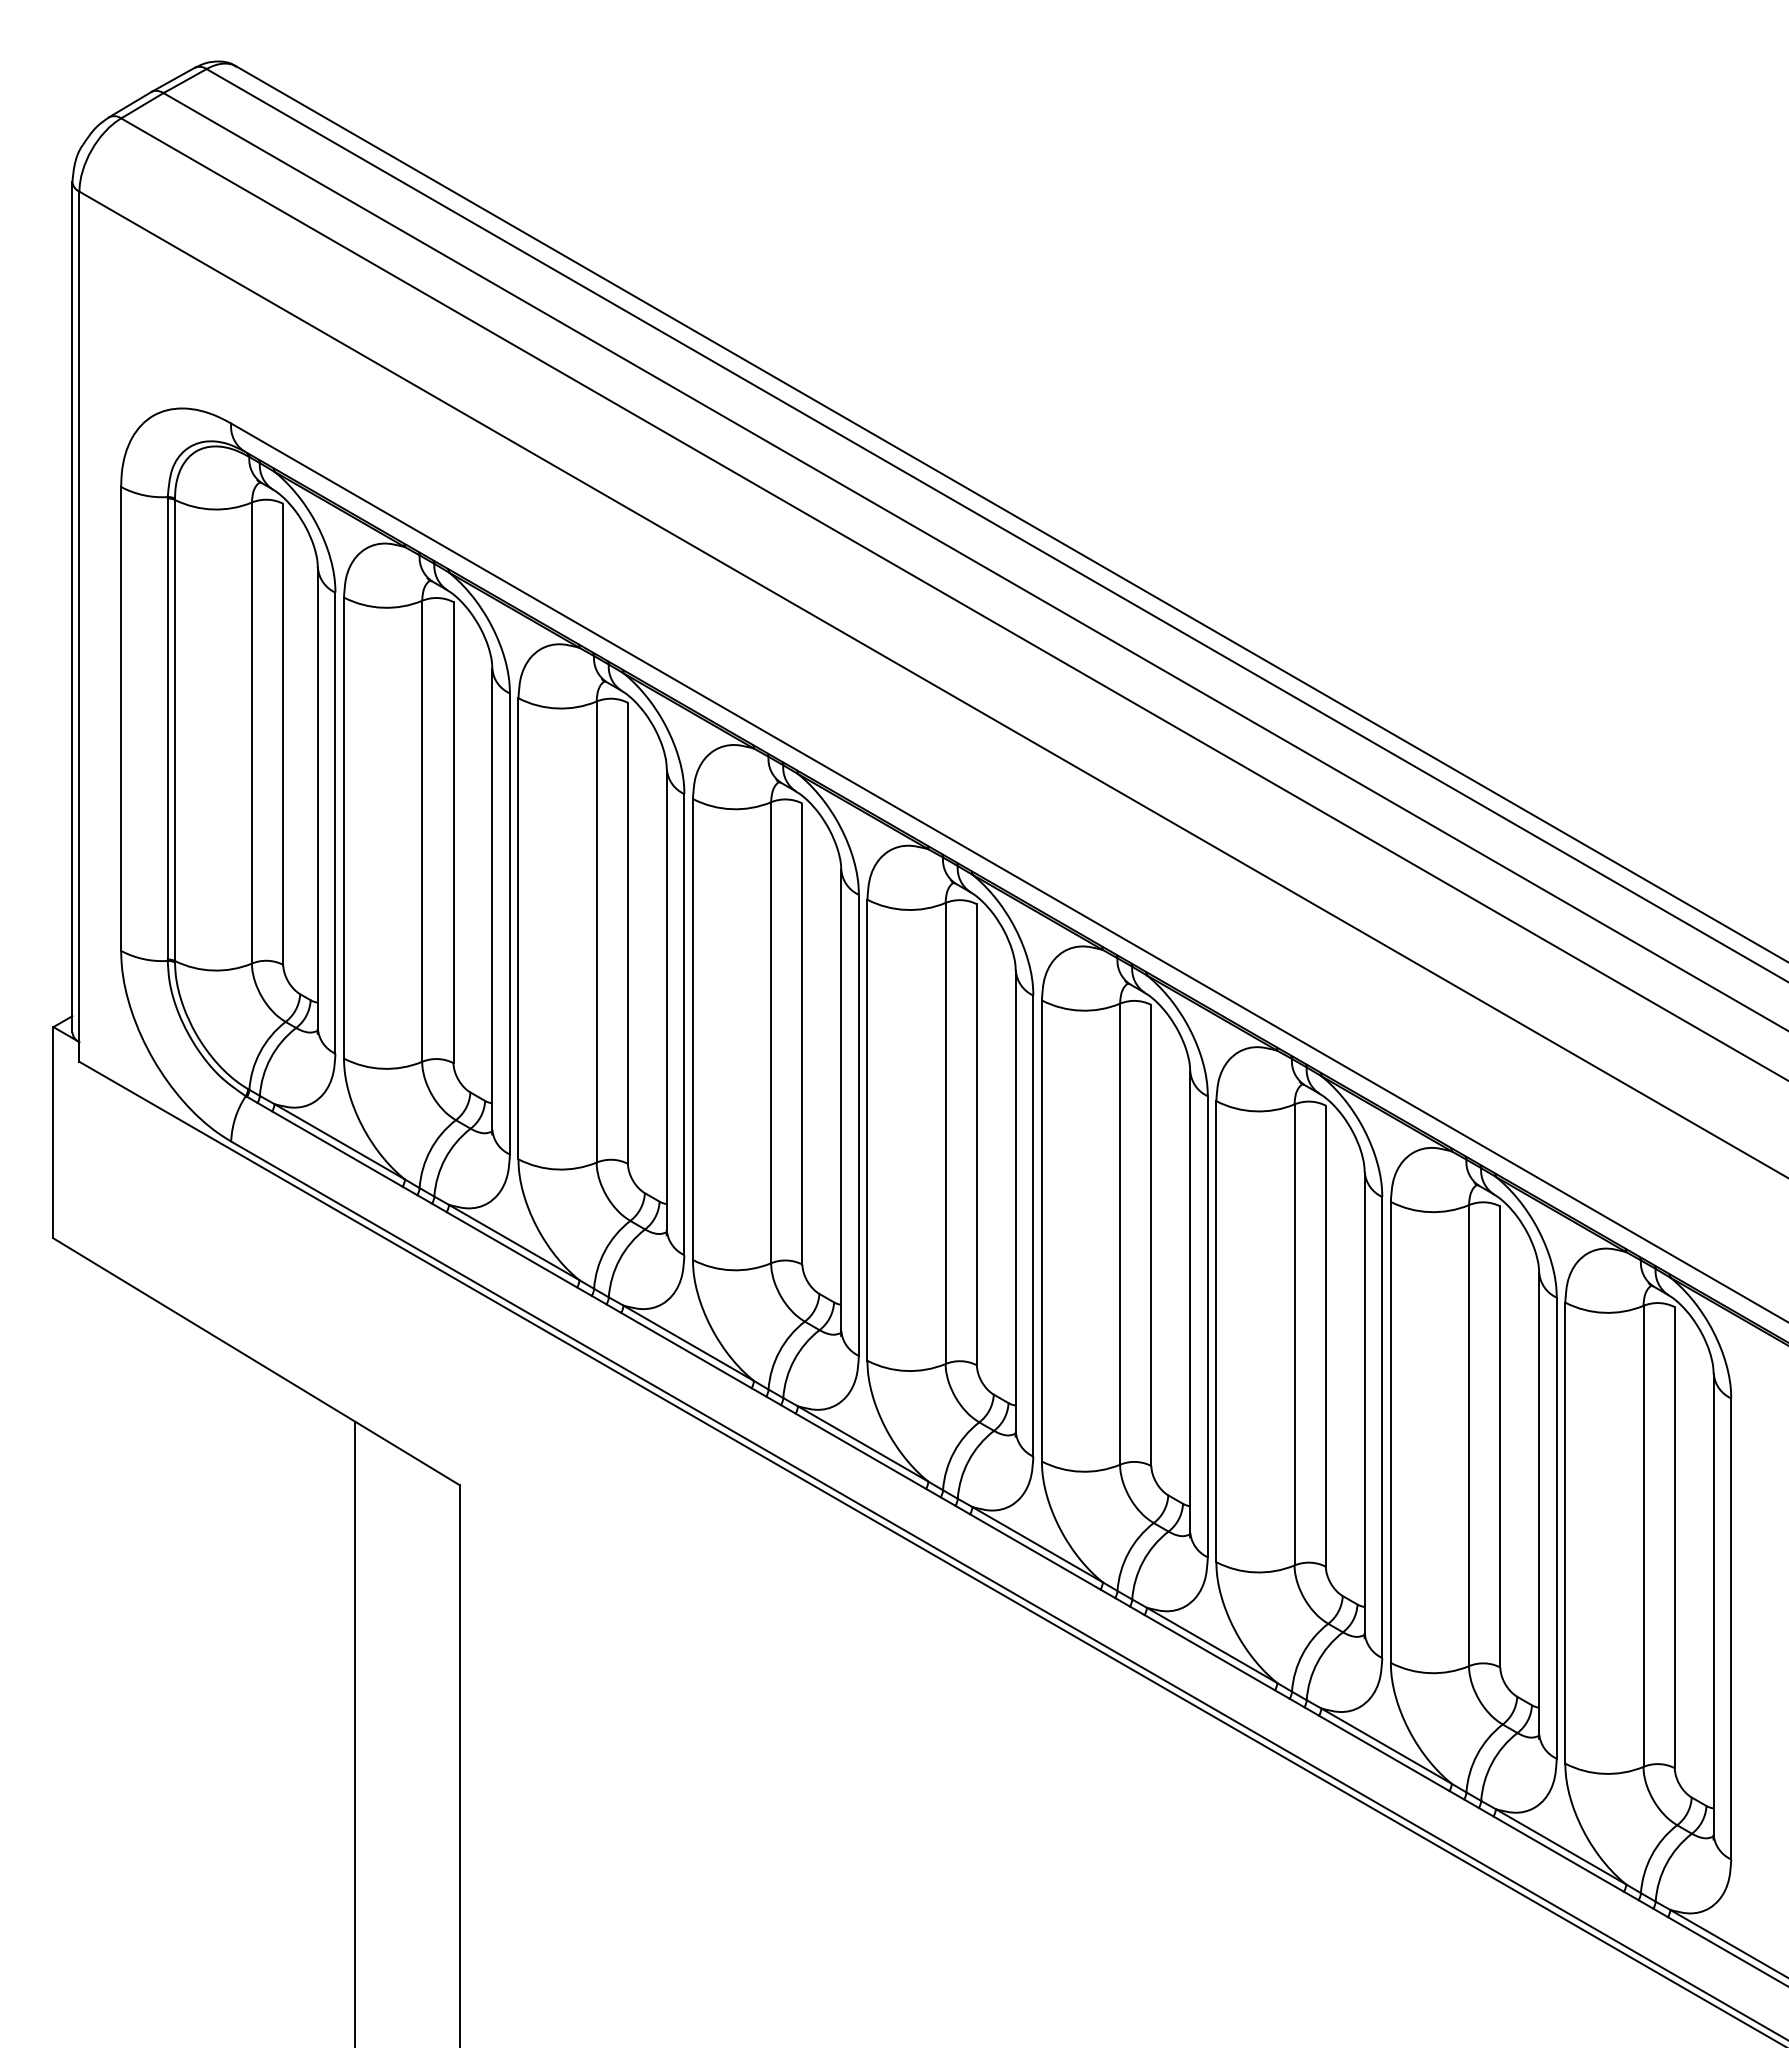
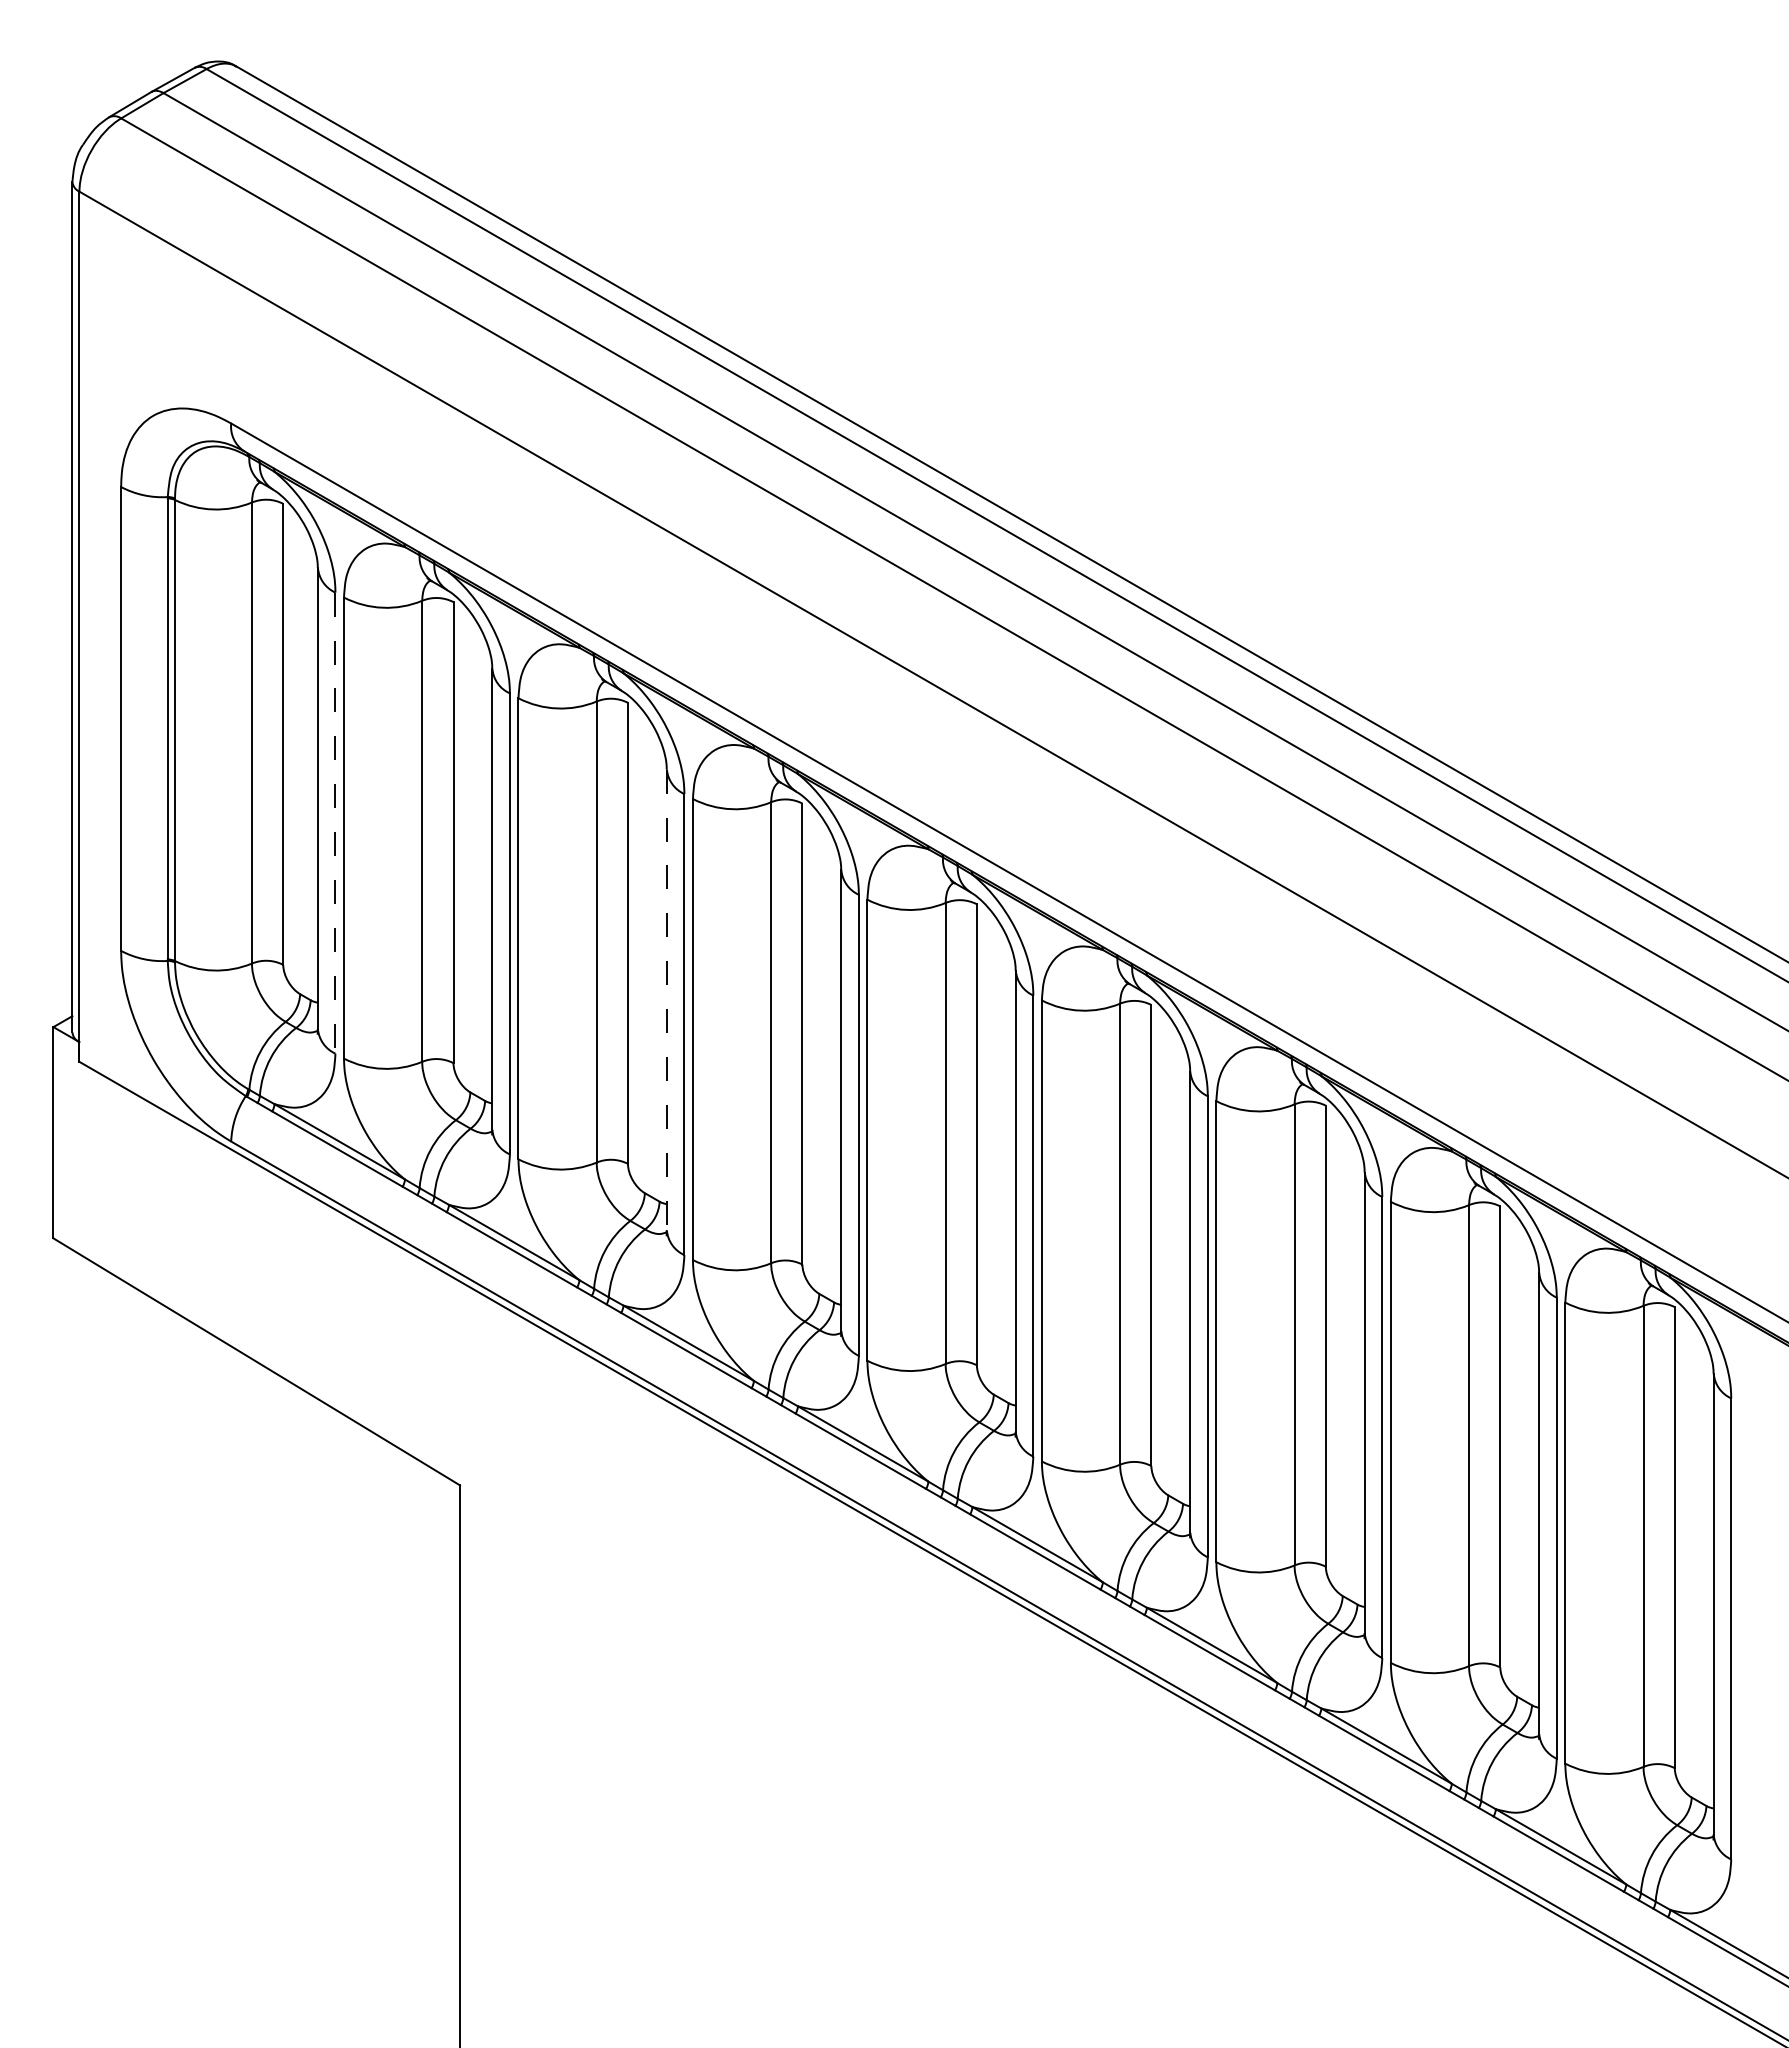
line at (335, 823): solid -> dashed
line at (666, 1000): solid -> dashed
line at (355, 1732): present -> none
